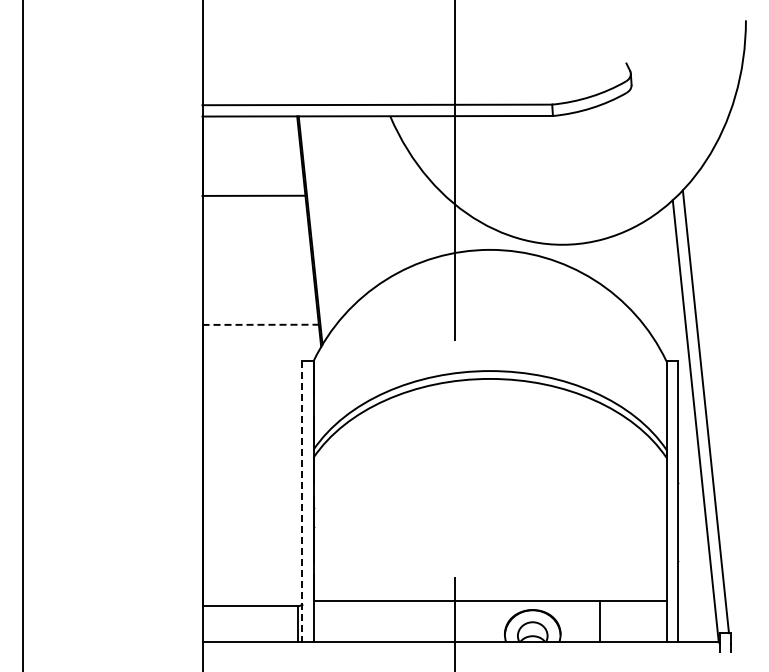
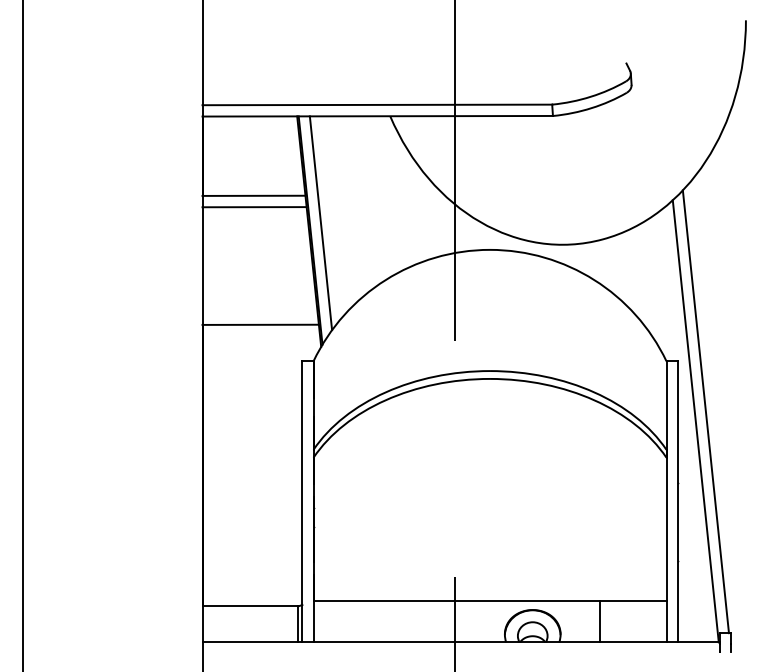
line at (254, 207): none -> present
line at (320, 223): none -> present
line at (261, 324): dashed -> solid
line at (302, 501): dashed -> solid
